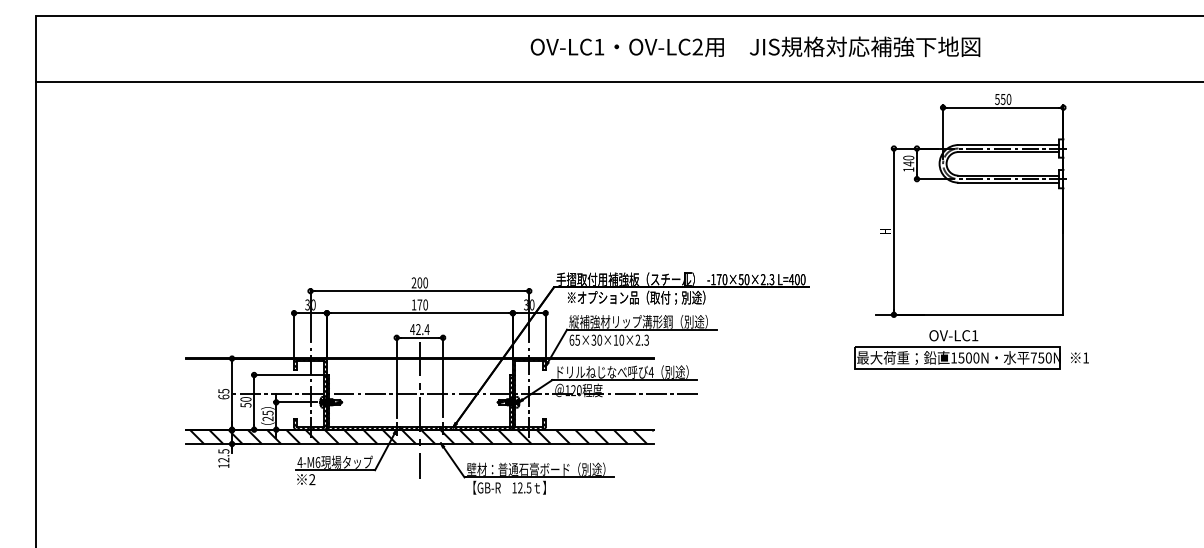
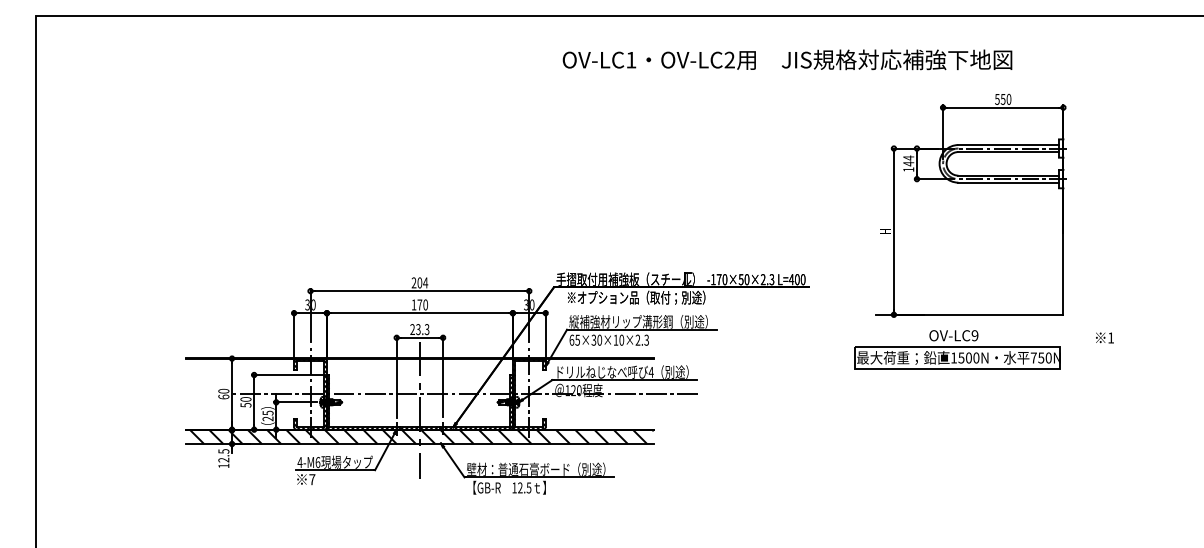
text at (755, 46) position: (755, 46) -> (787, 59)
line at (618, 82): present -> none
text at (908, 157): 140 -> 144
text at (425, 282): 200 -> 204
text at (419, 329): 42.4 -> 23.3
text at (974, 335): OV-LC1 -> OV-LC9
text at (1079, 357) position: (1079, 357) -> (1104, 337)
text at (223, 390): 65 -> 60
text at (312, 479): 2 -> 7
